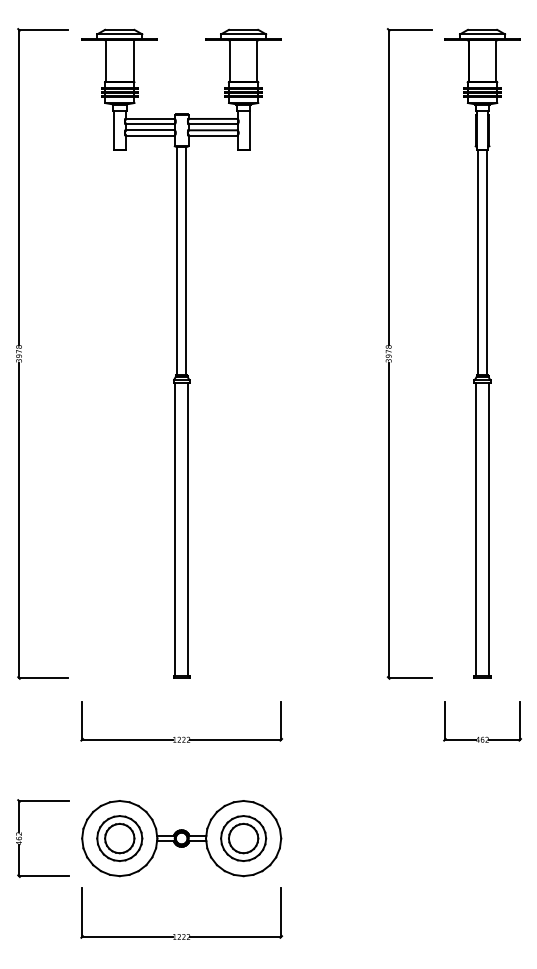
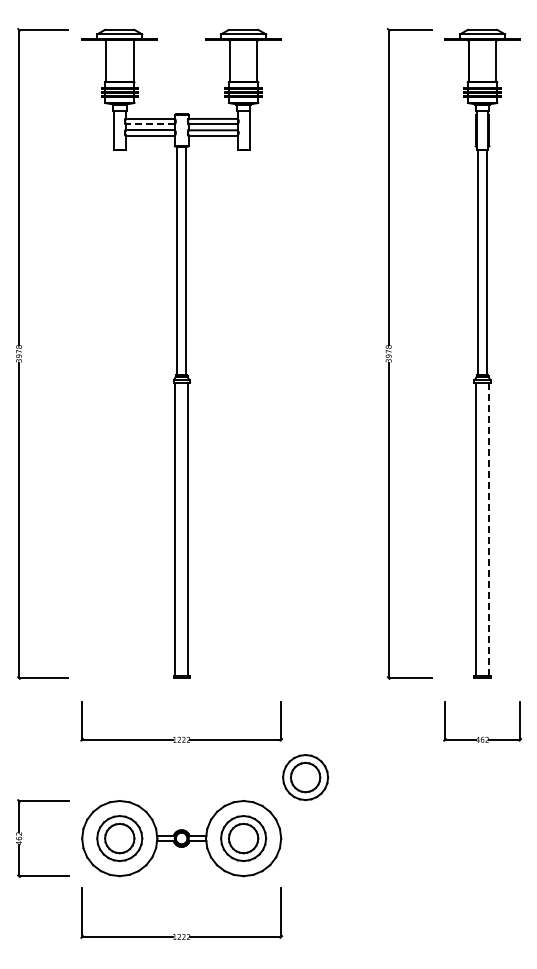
line at (150, 124): solid -> dashed
line at (489, 529): solid -> dashed
part at (305, 777): none -> present
